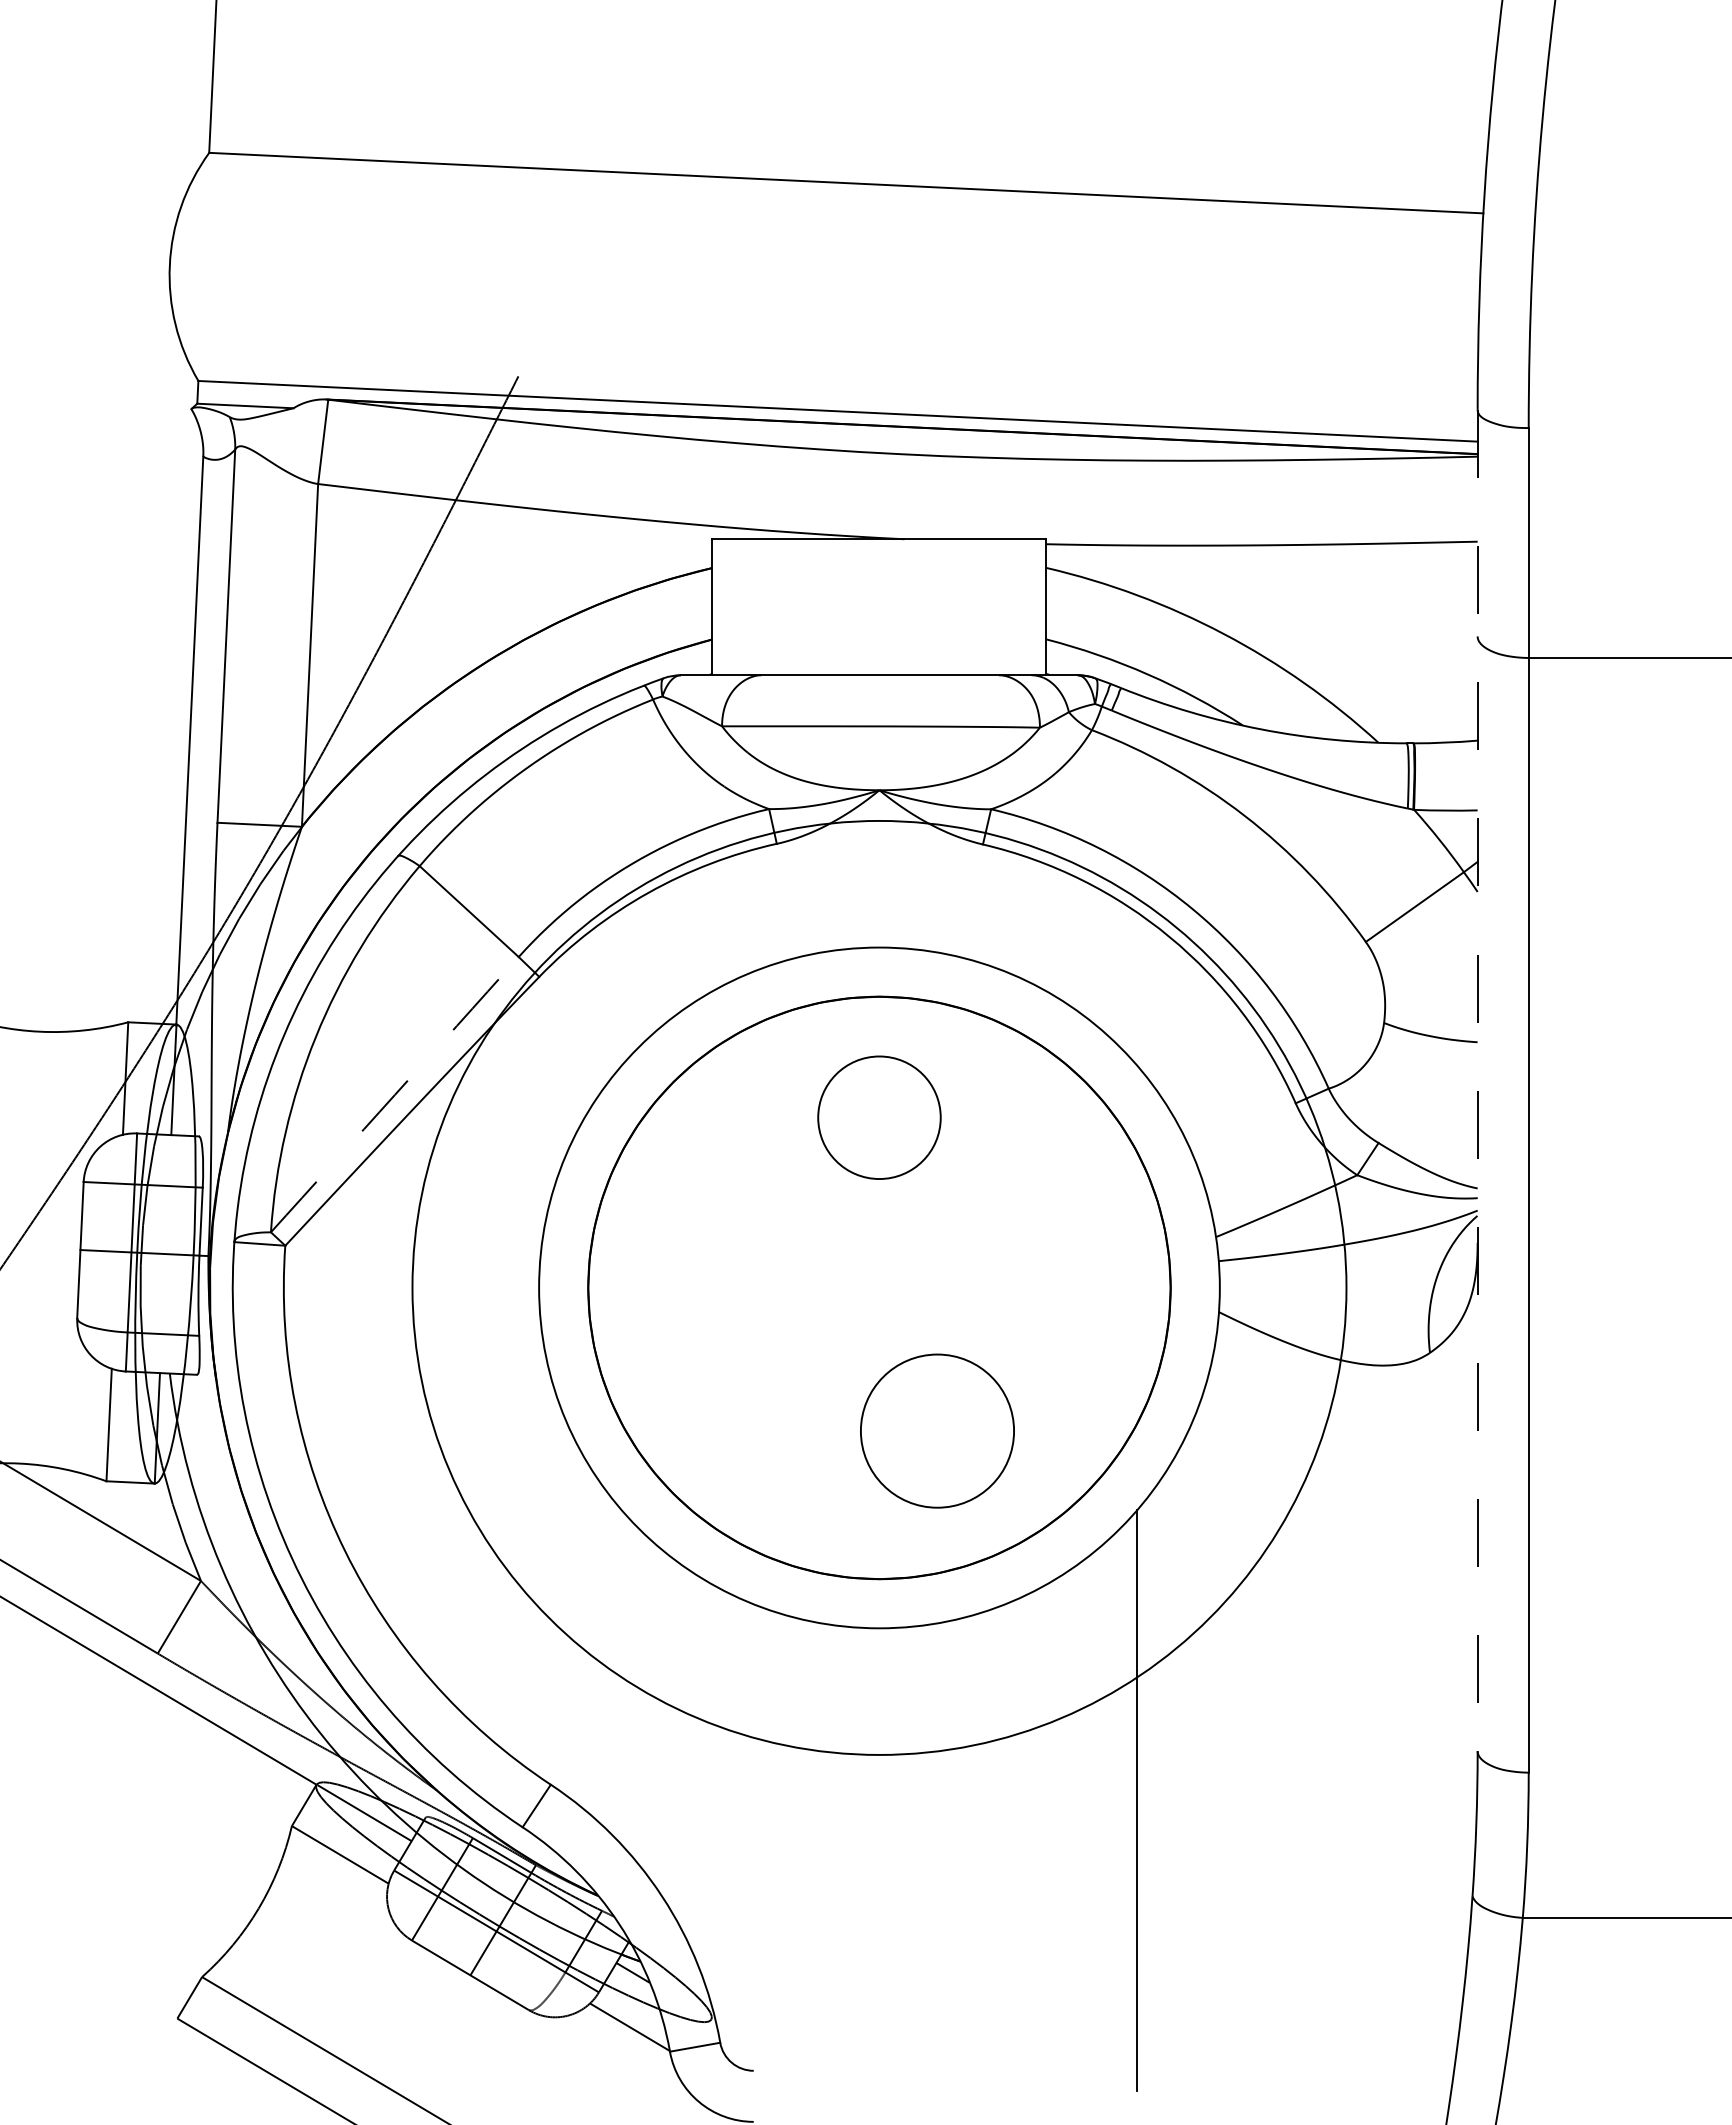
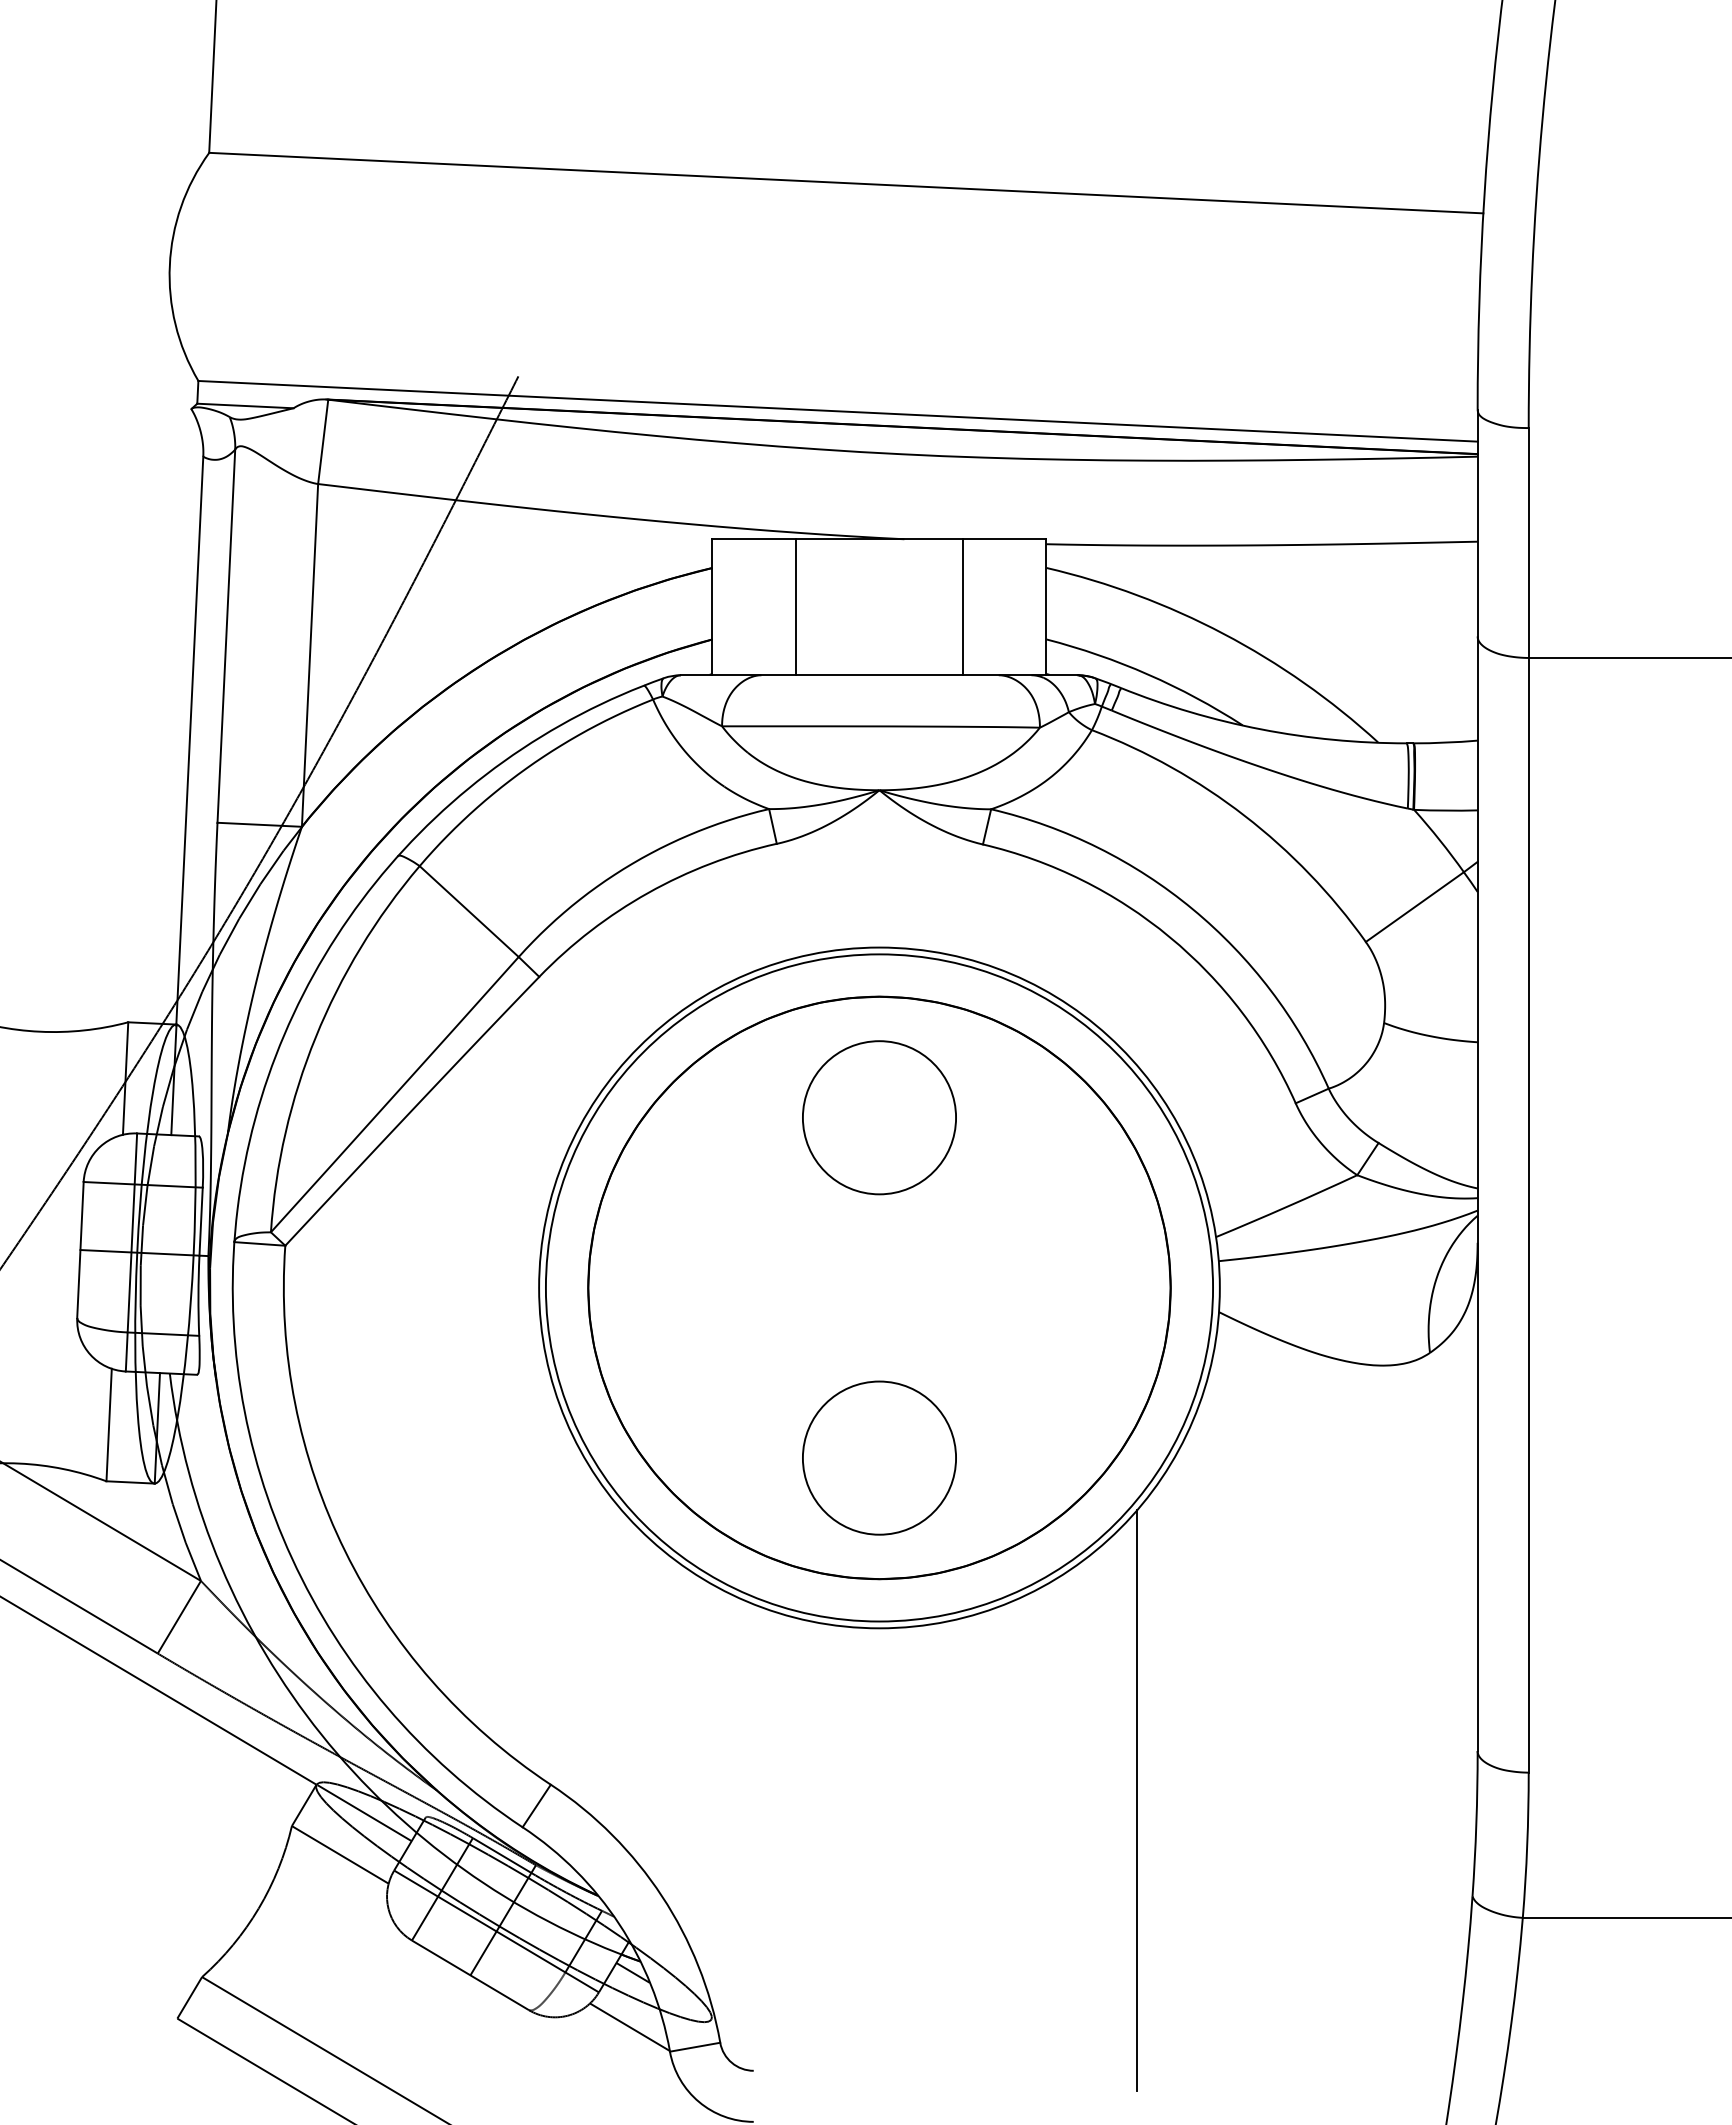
line at (795, 607): none -> present
line at (962, 607): none -> present
line at (1477, 1080): dashed -> solid
arc at (395, 1094): dashed -> solid
circle at (879, 1117) diameter: 123 px -> 153 px
circle at (879, 1287) diameter: 934 px -> 667 px
circle at (937, 1430) position: (937, 1430) -> (879, 1457)
